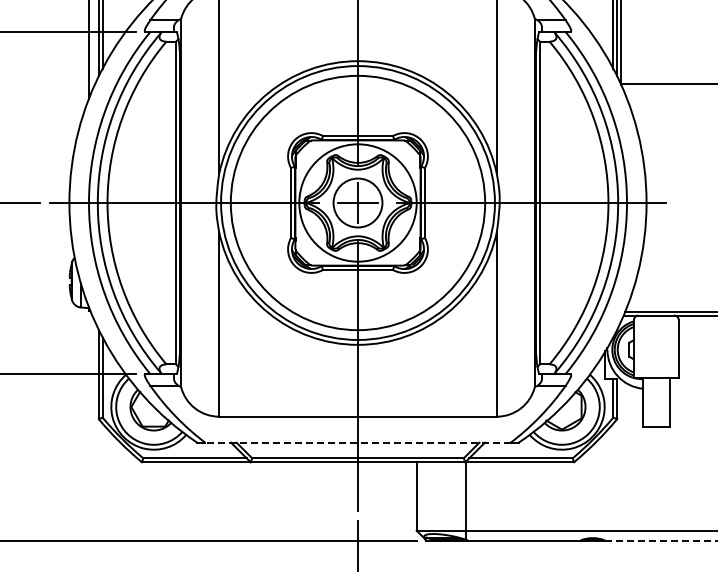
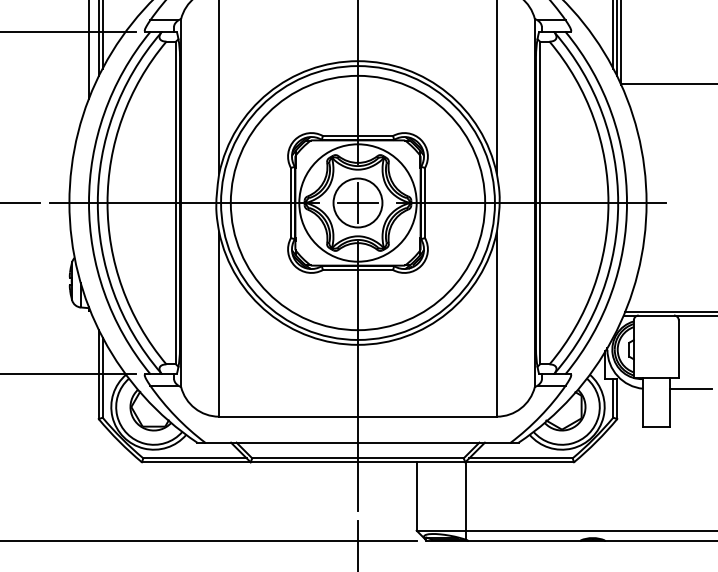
line at (690, 388): none -> present
line at (358, 442): dashed -> solid
line at (661, 540): dashed -> solid
